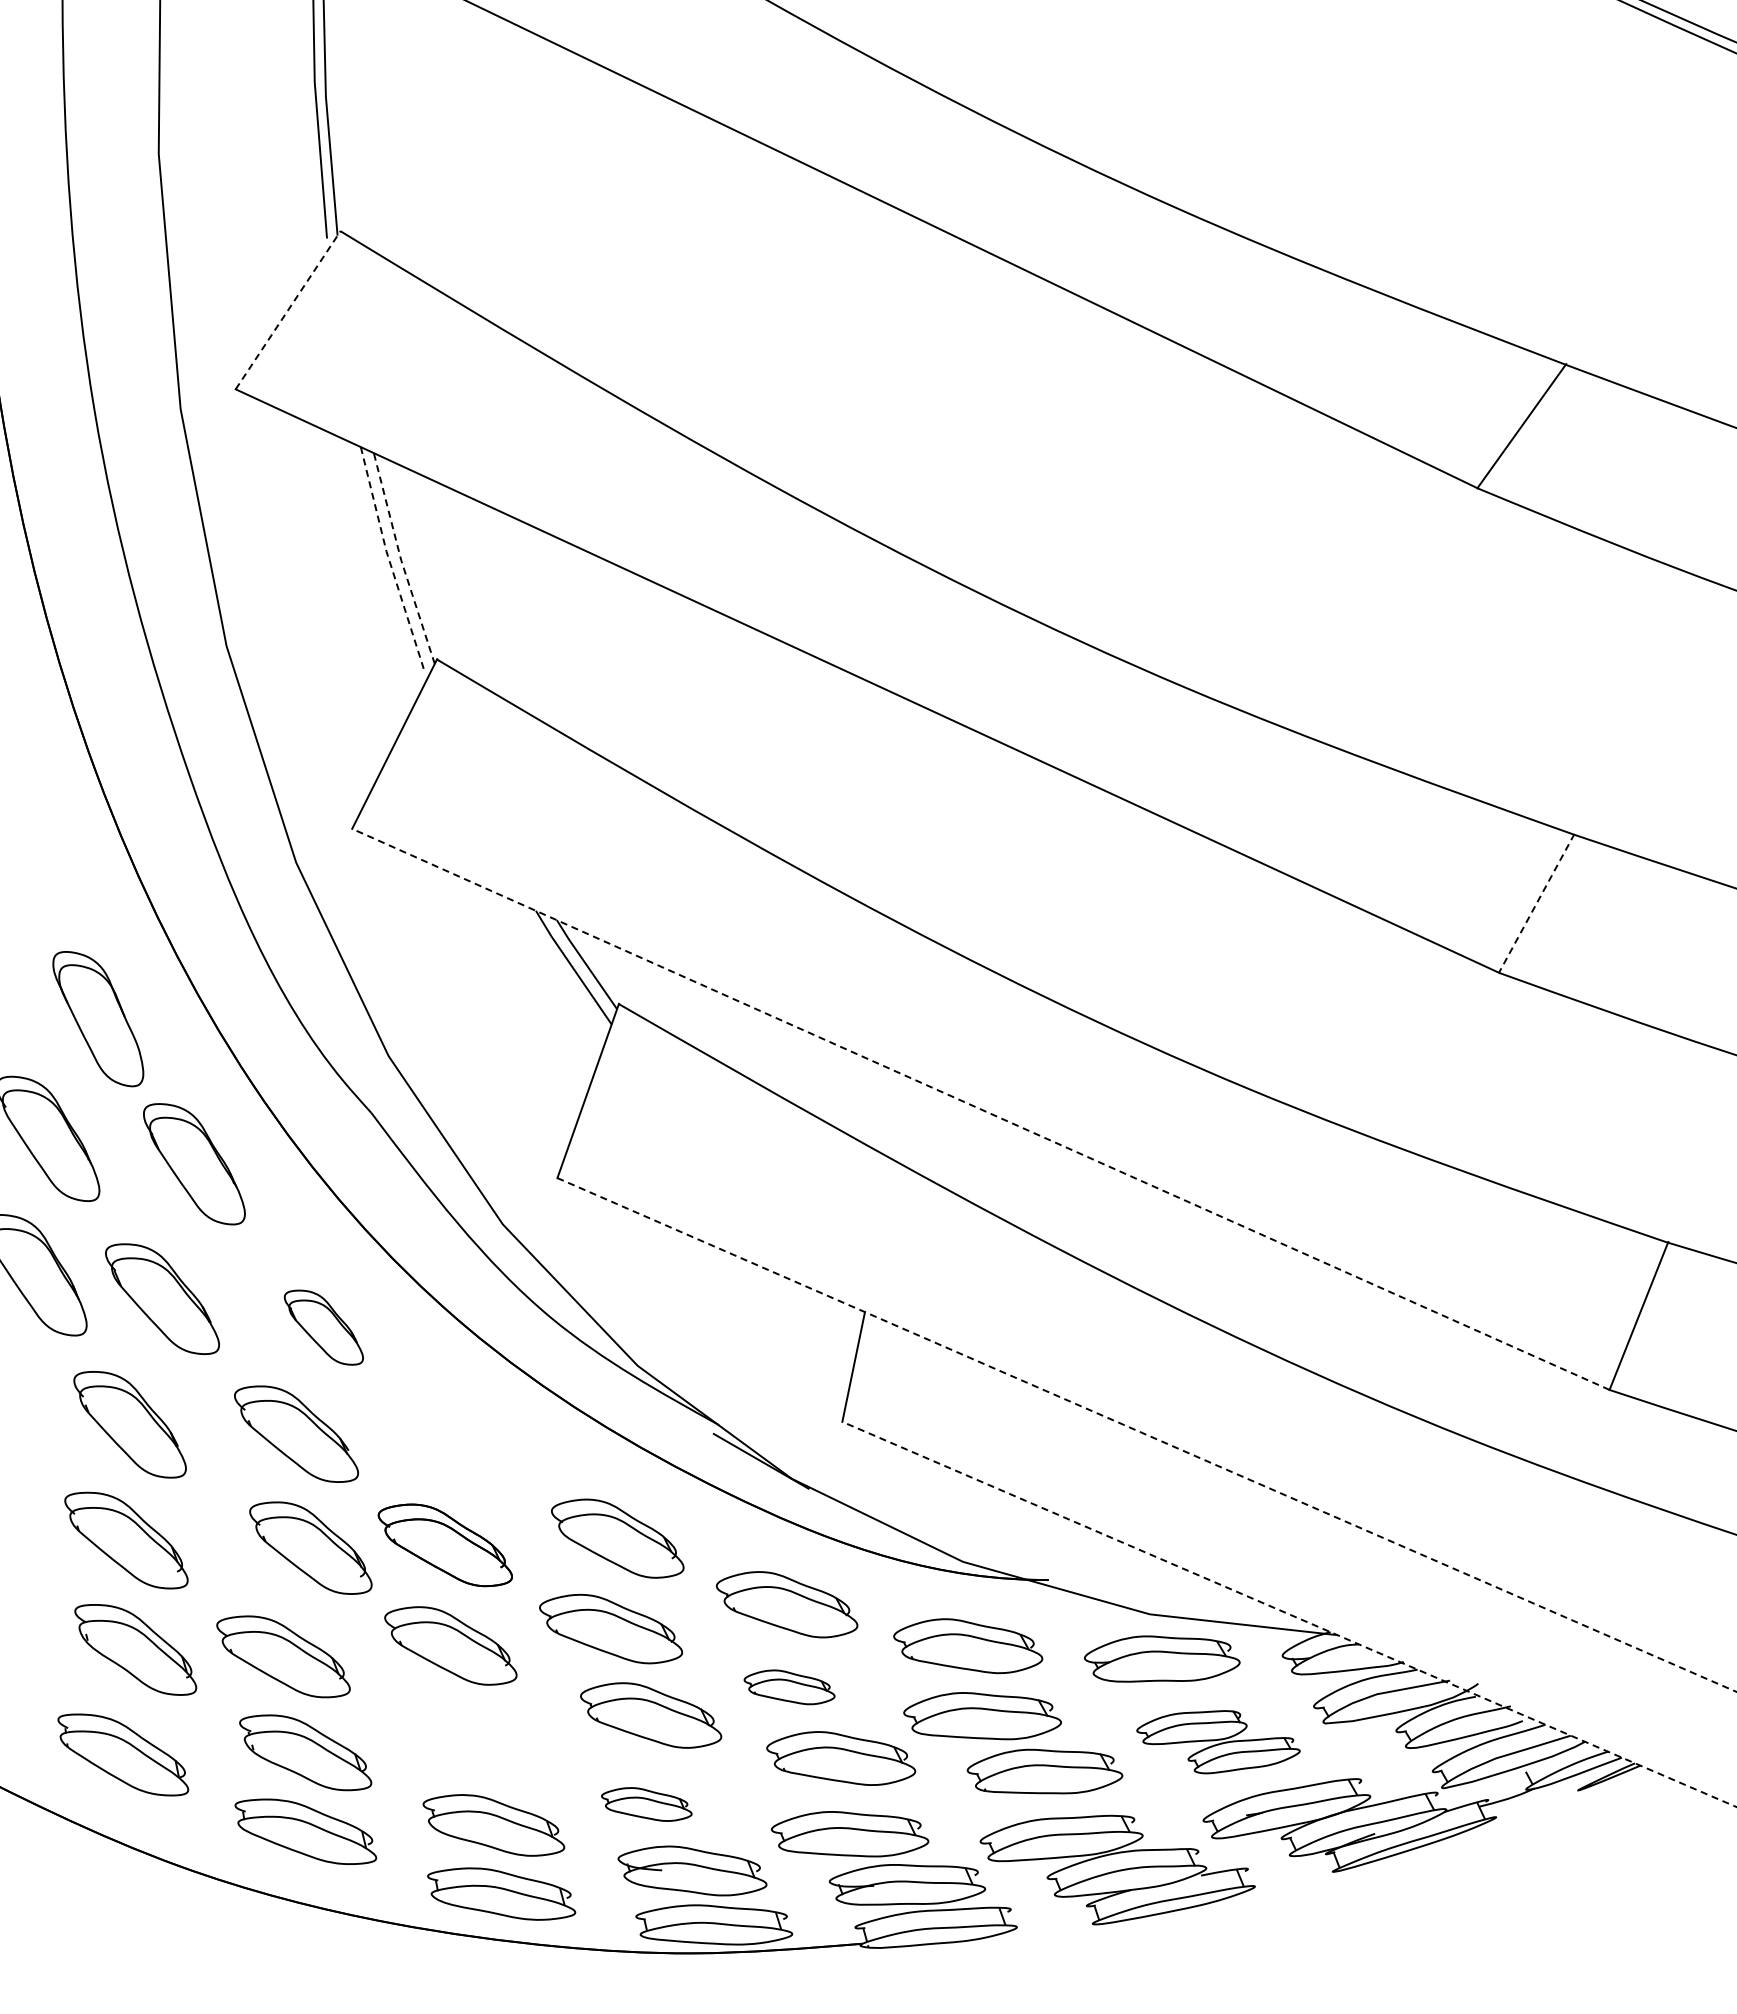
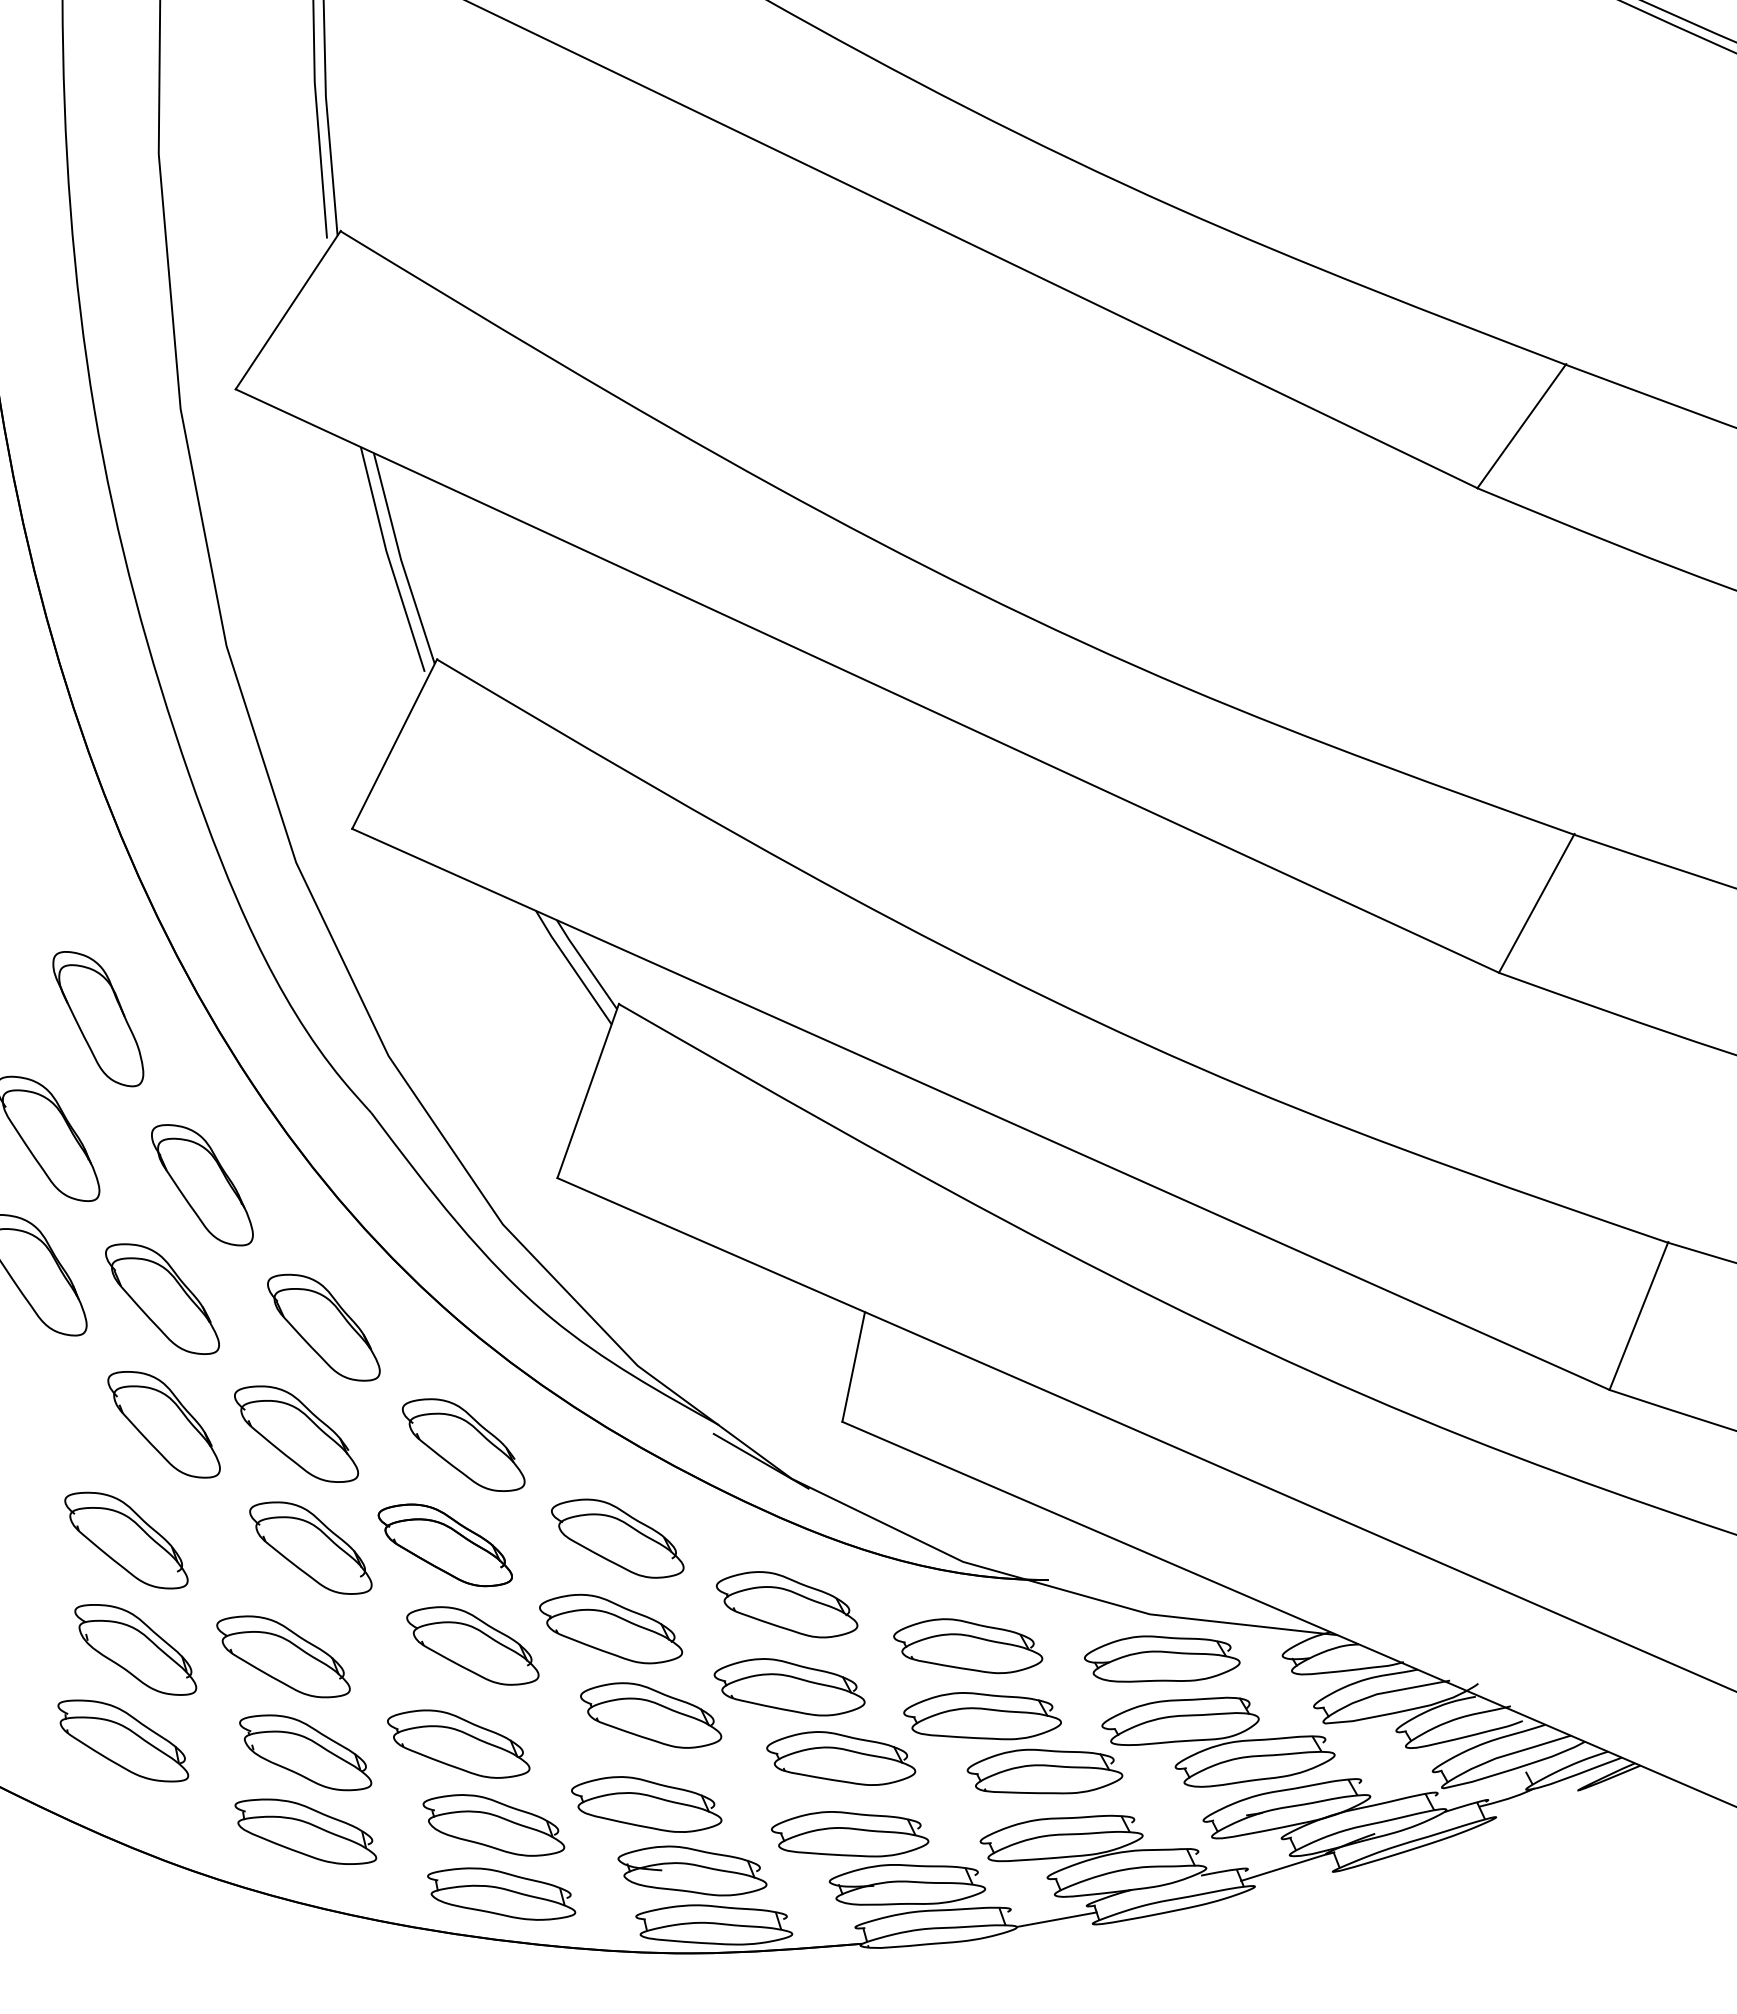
line at (288, 309): dashed -> solid
line at (389, 559): dashed -> solid
line at (401, 560): dashed -> solid
line at (1536, 903): dashed -> solid
line at (980, 1109): dashed -> solid
part at (194, 1164) position: (194, 1164) -> (202, 1185)
part at (323, 1327) size: 81x77 px -> 114x109 px
part at (129, 1424) position: (129, 1424) -> (163, 1424)
line at (1146, 1434): dashed -> solid
part at (463, 1444): none -> present
line at (1289, 1614): dashed -> solid
part at (450, 1645) position: (450, 1645) -> (472, 1645)
part at (789, 1687) size: 93x37 px -> 153x59 px
part at (1218, 1742) size: 165x65 px -> 235x92 px
part at (458, 1743): none -> present
part at (123, 1754) position: (123, 1754) -> (123, 1740)
part at (646, 1804) size: 92x35 px -> 152x57 px
line at (1284, 1867): none -> present
line at (1056, 1919): none -> present
